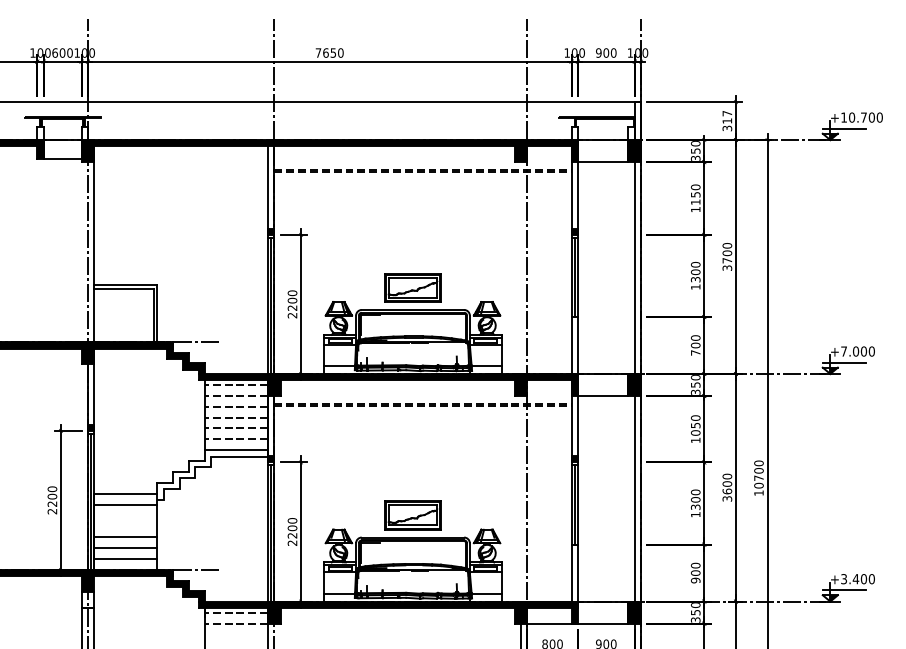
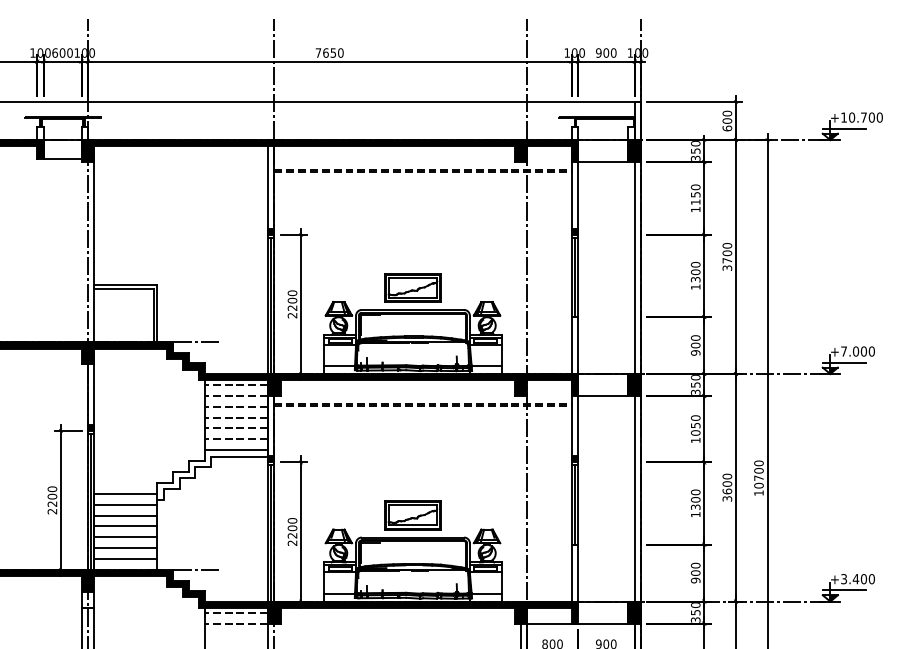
text at (727, 120): 317 -> 600
text at (695, 352): 700 -> 900
line at (125, 515): none -> present
line at (125, 526): none -> present
